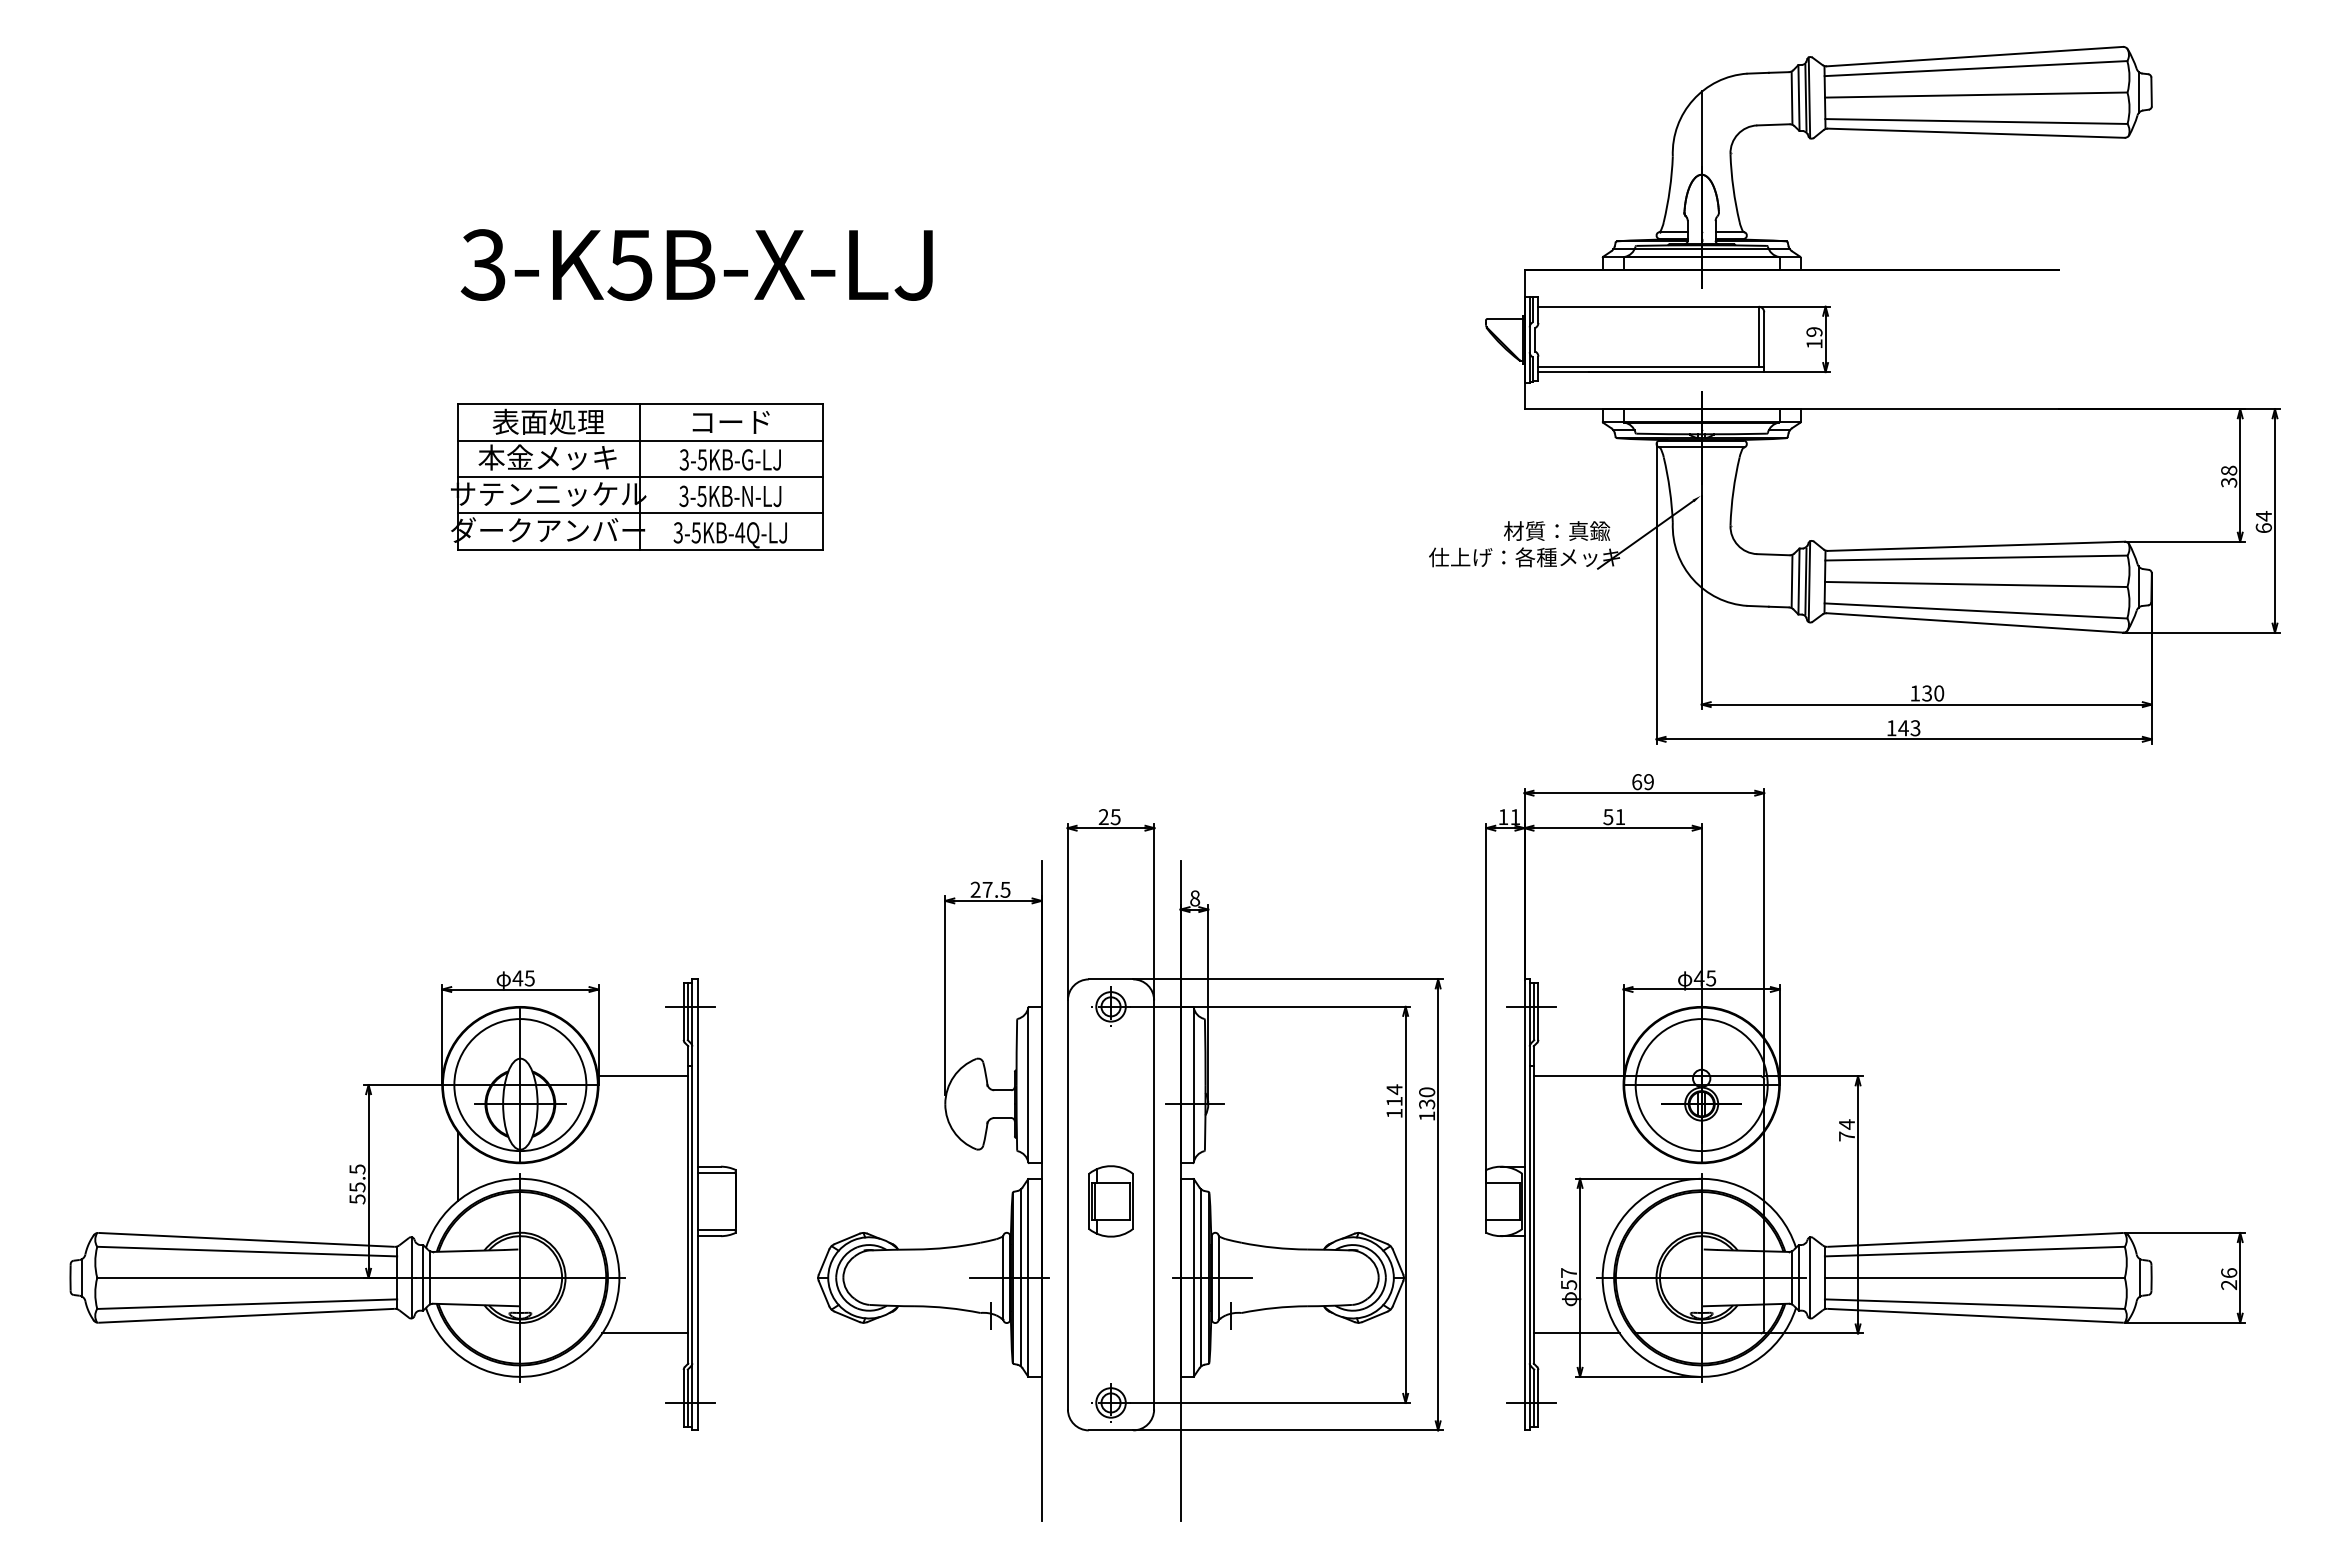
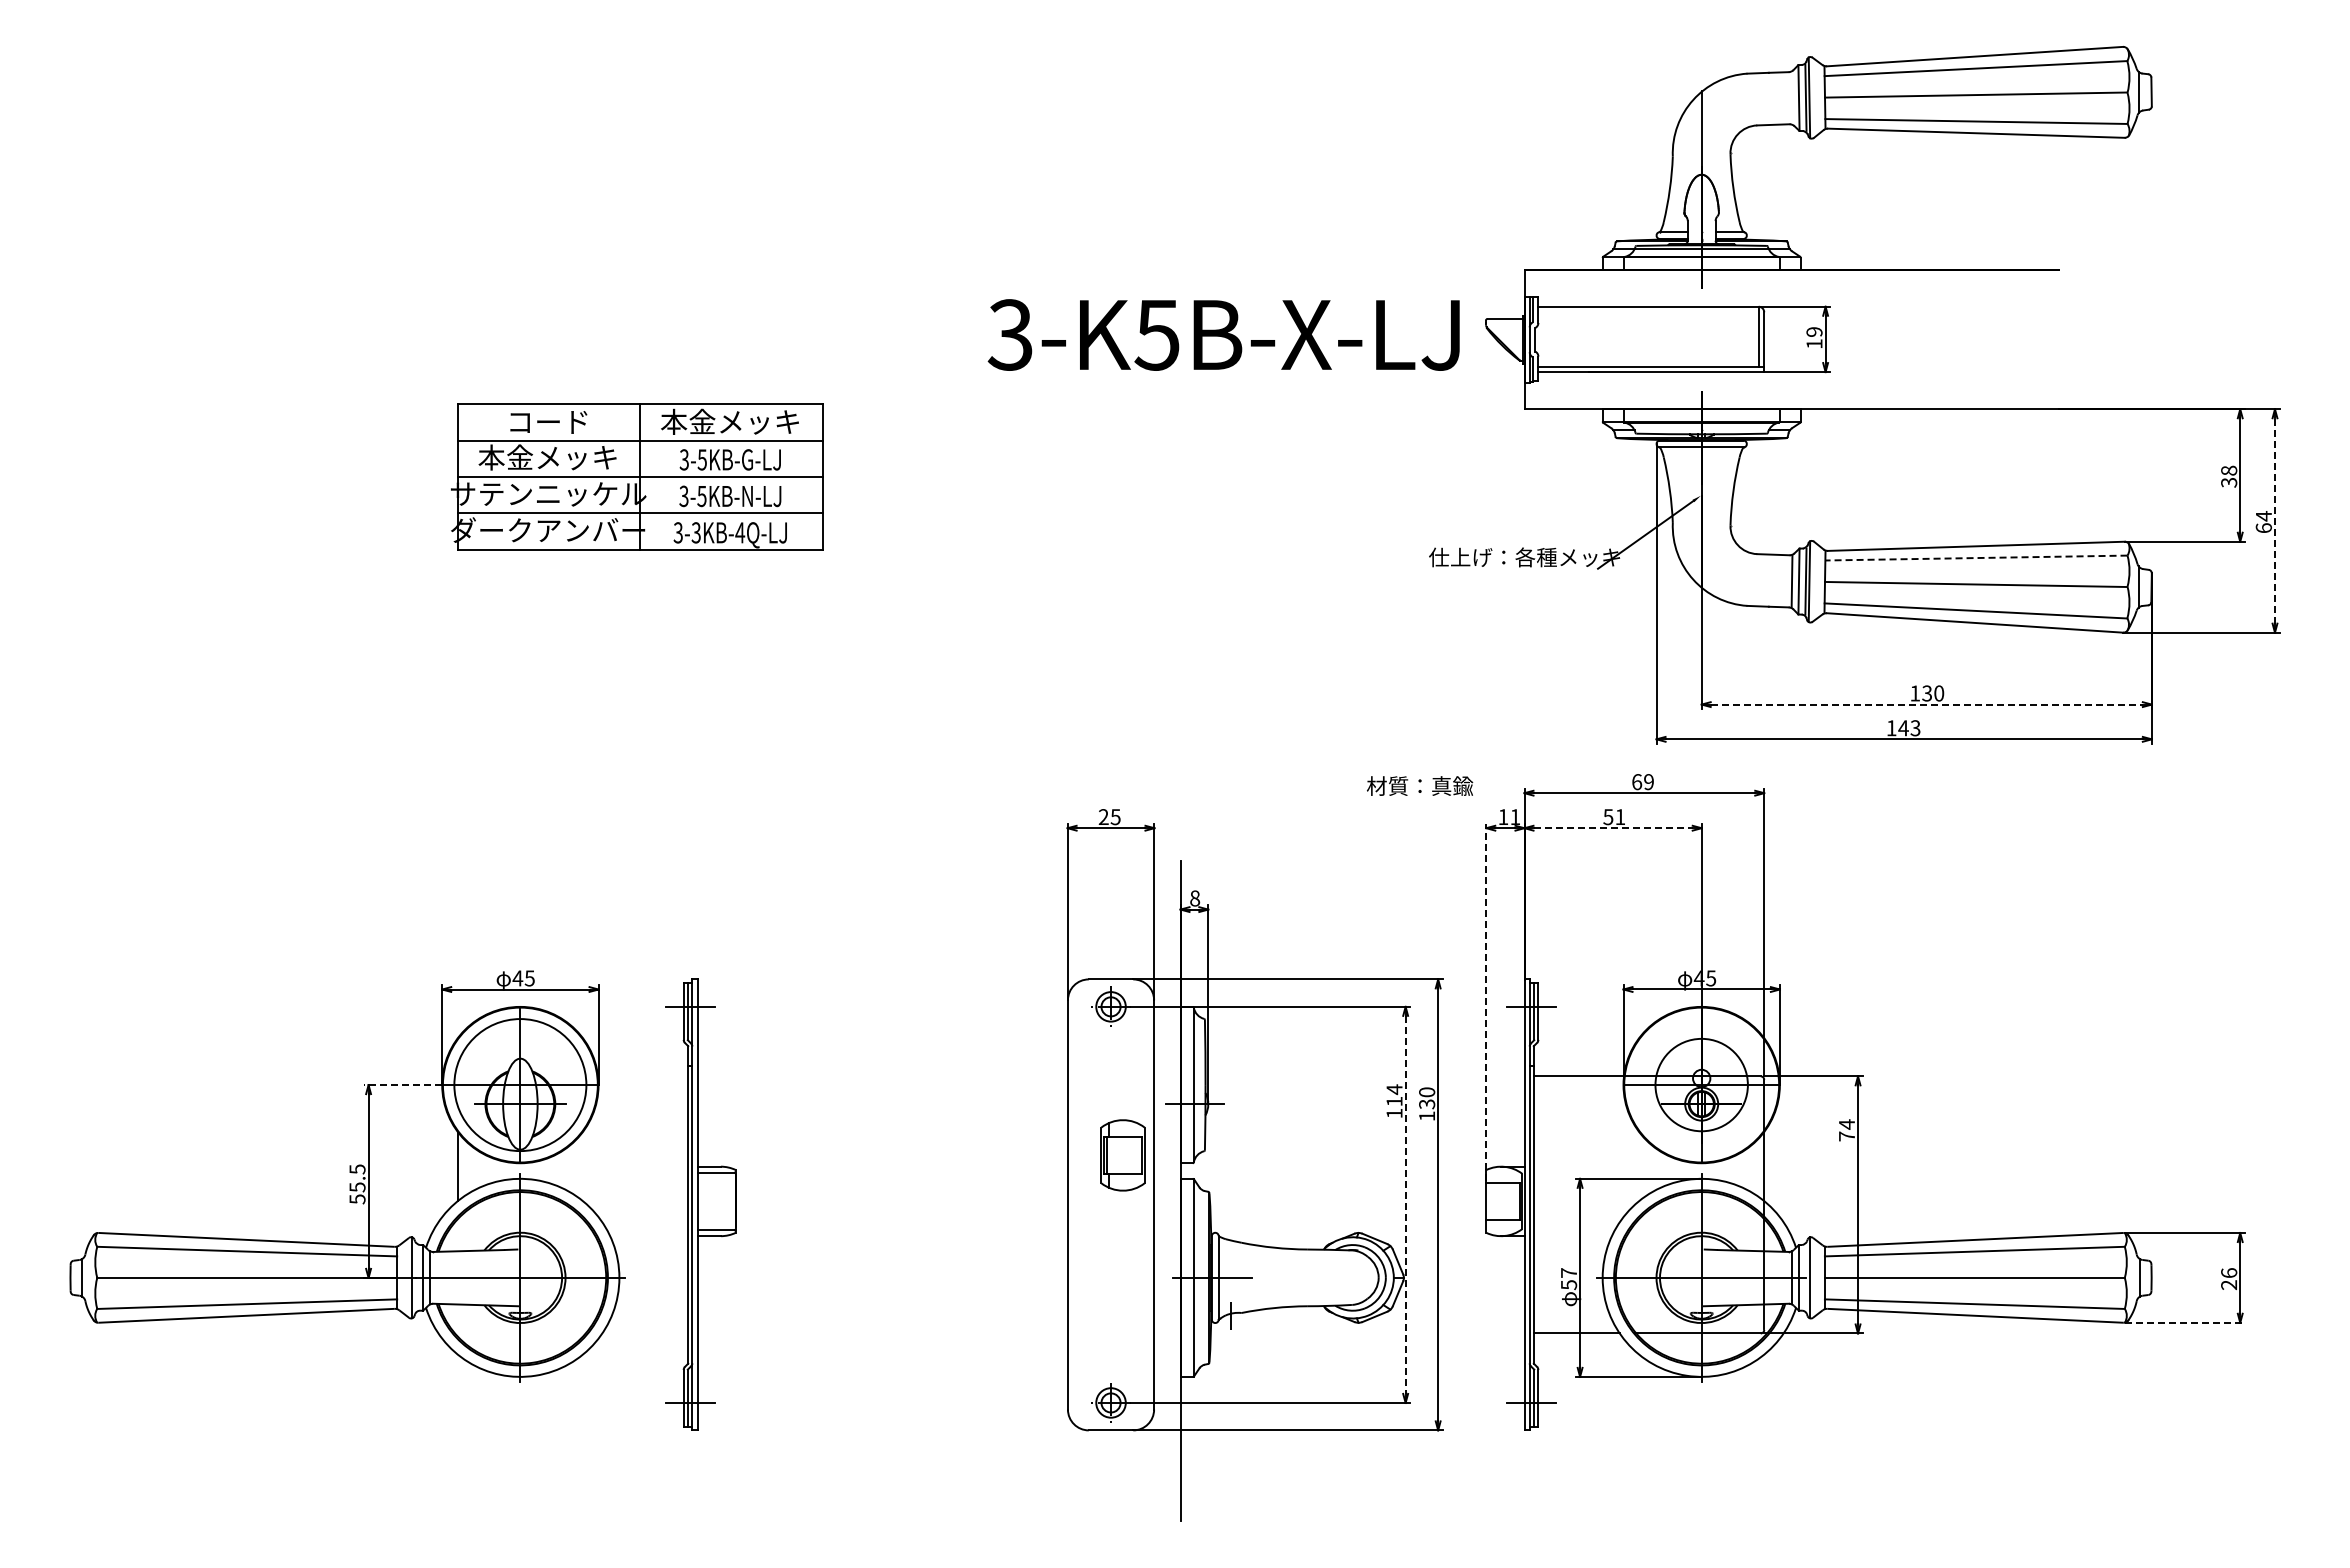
line at (1791, 98): present -> none
text at (696, 264) position: (696, 264) -> (1223, 334)
text at (548, 421): 表面処理 -> コード
text at (729, 421): コード -> 本金メッキ
line at (2274, 520): solid -> dashed
text at (1557, 530) position: (1557, 530) -> (1420, 785)
text at (696, 532): 3-5KB-4Q-LJ -> 3-3KB-4Q-LJ
line at (1975, 558): solid -> dashed
line at (1927, 704): solid -> dashed
line at (1613, 828): solid -> dashed
line at (1486, 1001): solid -> dashed
line at (643, 1076): present -> none
line at (402, 1085): solid -> dashed
circle at (1701, 1085) diameter: 132 px -> 92 px
part at (963, 1143): present -> none
part at (1110, 1201) position: (1110, 1201) -> (1122, 1155)
line at (1405, 1205): solid -> dashed
line at (1201, 1277): present -> none
line at (2184, 1322): solid -> dashed
line at (645, 1333): present -> none
